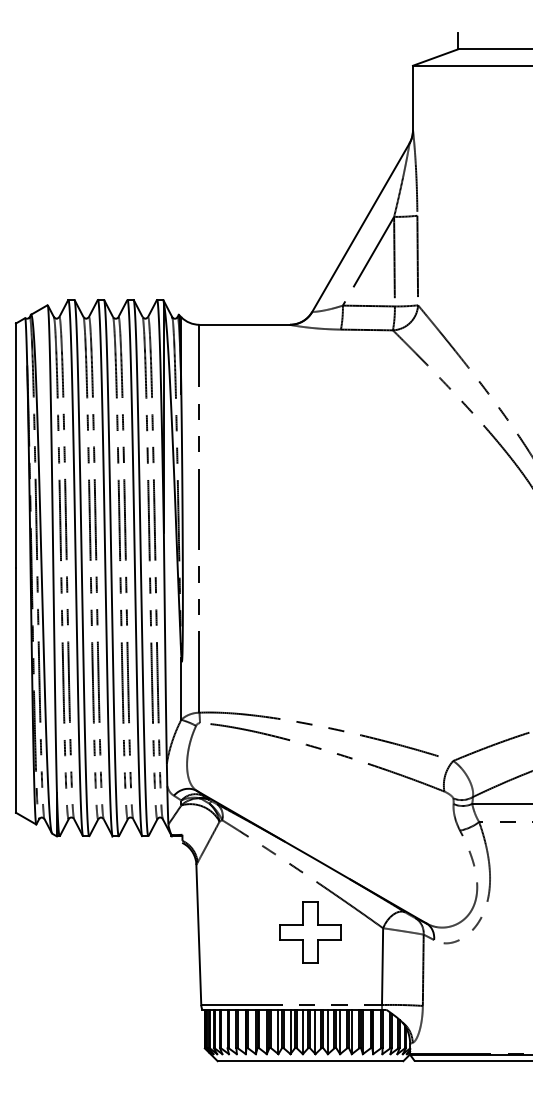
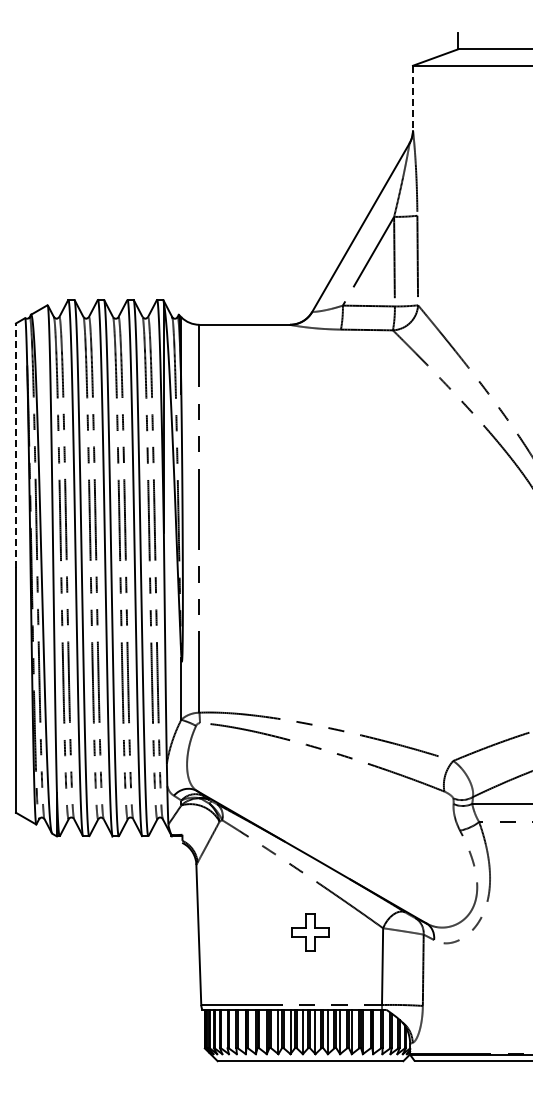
line at (412, 98): solid -> dashed
line at (15, 445): solid -> dashed
part at (310, 932) size: 63x63 px -> 39x39 px
